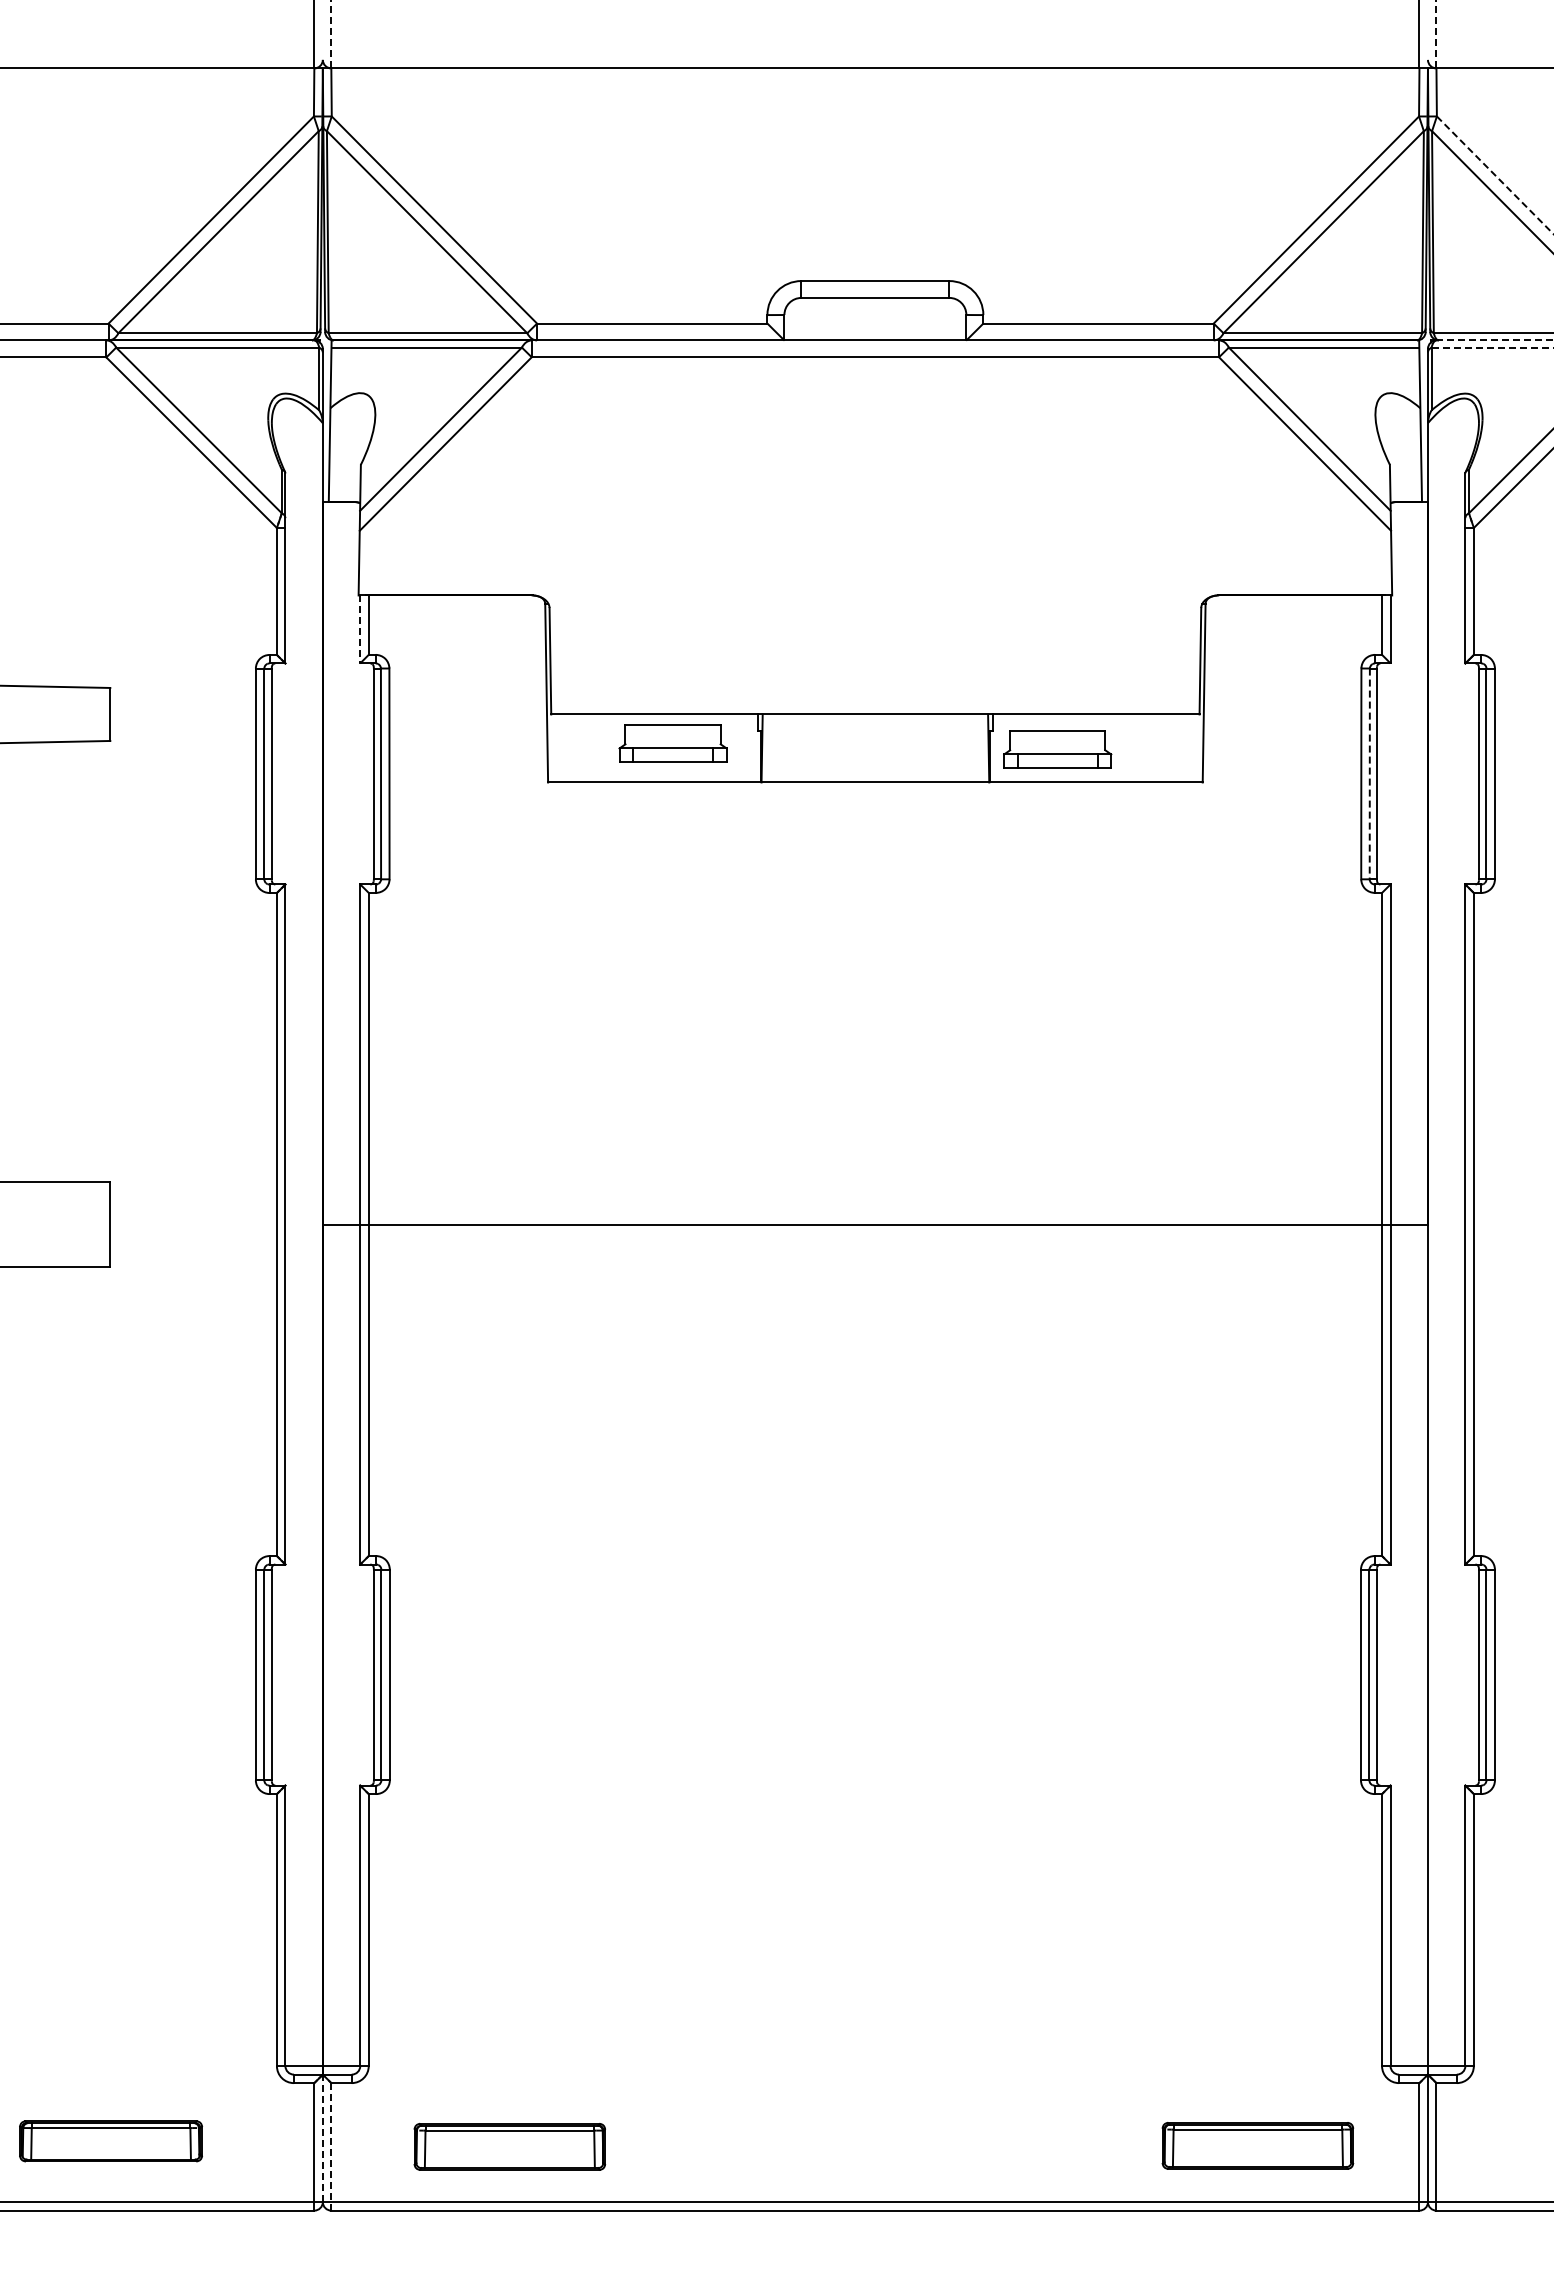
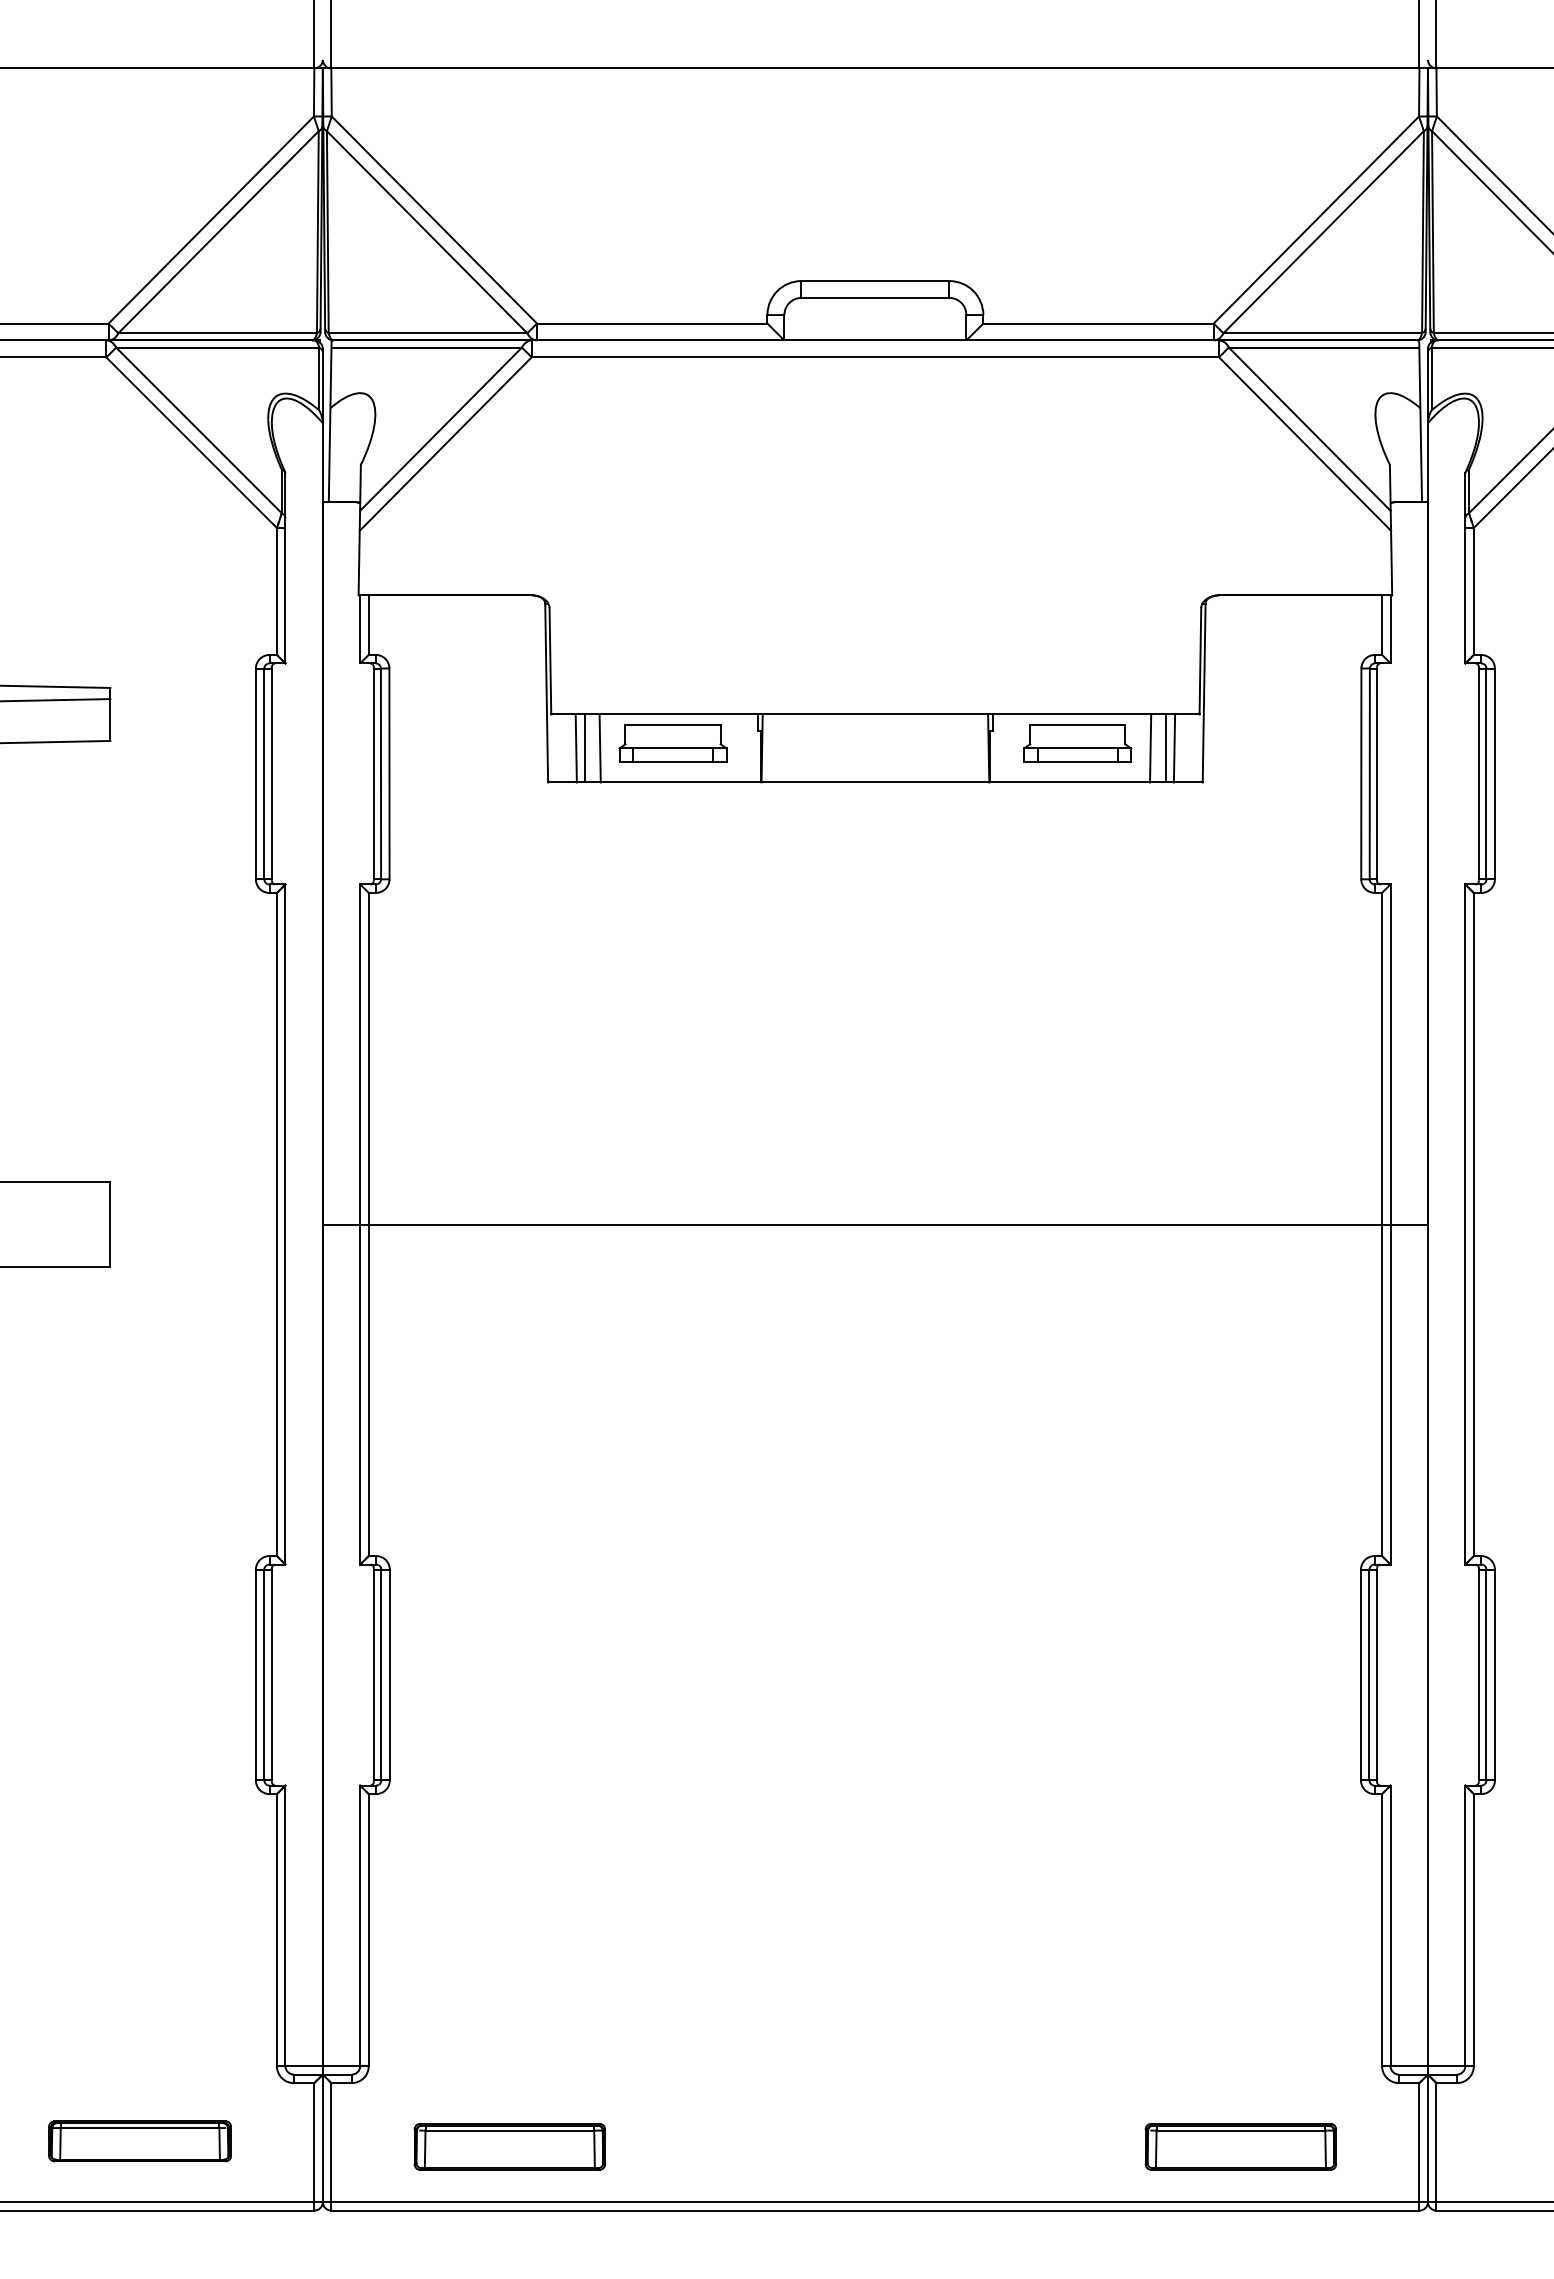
line at (331, 34): dashed -> solid
line at (1436, 34): dashed -> solid
line at (1495, 175): dashed -> solid
line at (1495, 340): dashed -> solid
line at (1493, 347): dashed -> solid
line at (360, 629): dashed -> solid
line at (56, 700): none -> present
line at (575, 748): none -> present
line at (584, 748): none -> present
line at (599, 748): none -> present
line at (1150, 748): none -> present
line at (1166, 748): none -> present
line at (1174, 748): none -> present
part at (1057, 749) position: (1057, 749) -> (1077, 743)
line at (1369, 774): dashed -> solid
line at (322, 2138): dashed -> solid
part at (110, 2141) position: (110, 2141) -> (139, 2141)
part at (1257, 2145) position: (1257, 2145) -> (1240, 2146)
line at (331, 2146): dashed -> solid
